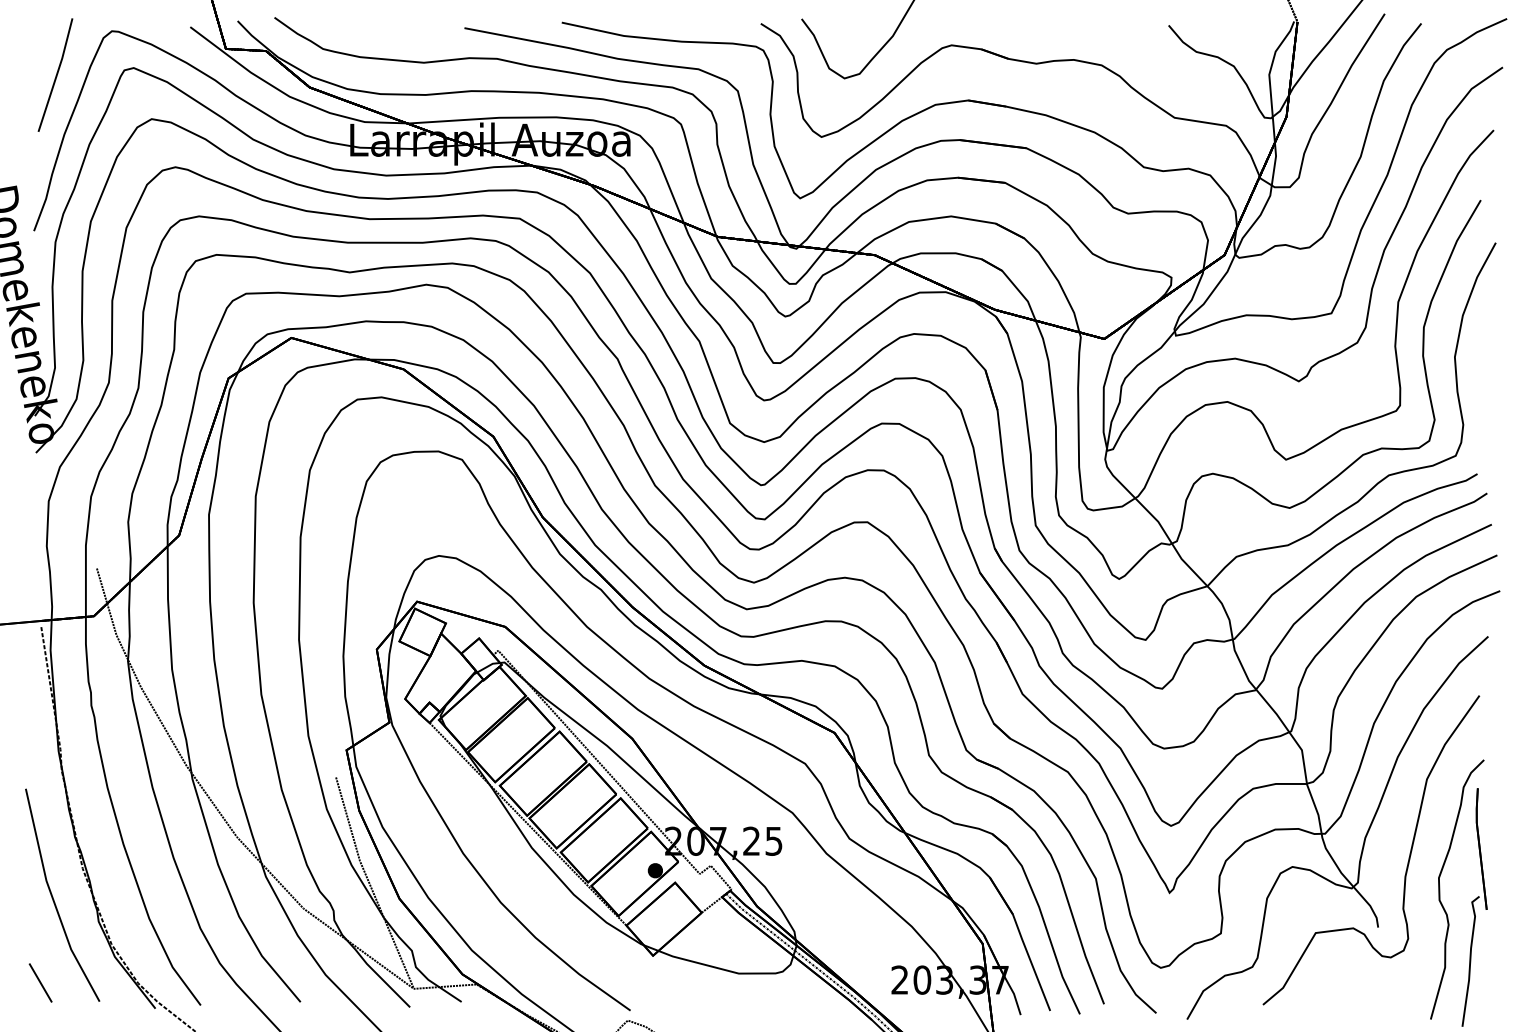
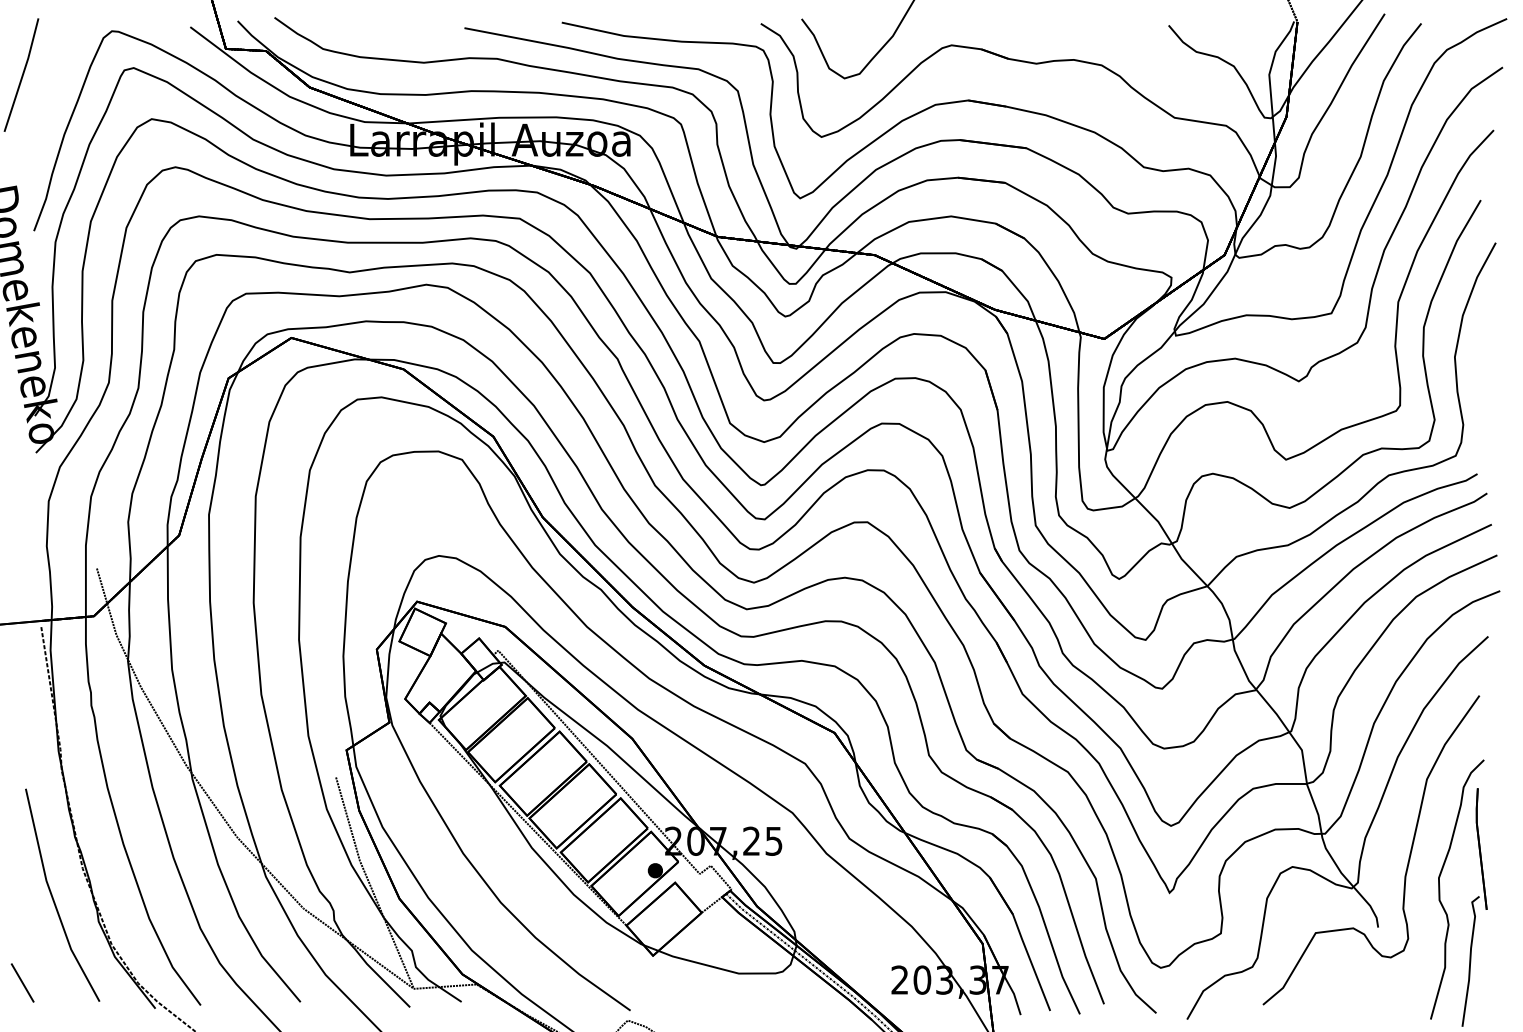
line at (56, 74) position: (56, 74) -> (22, 74)
line at (40, 982) position: (40, 982) -> (22, 982)
